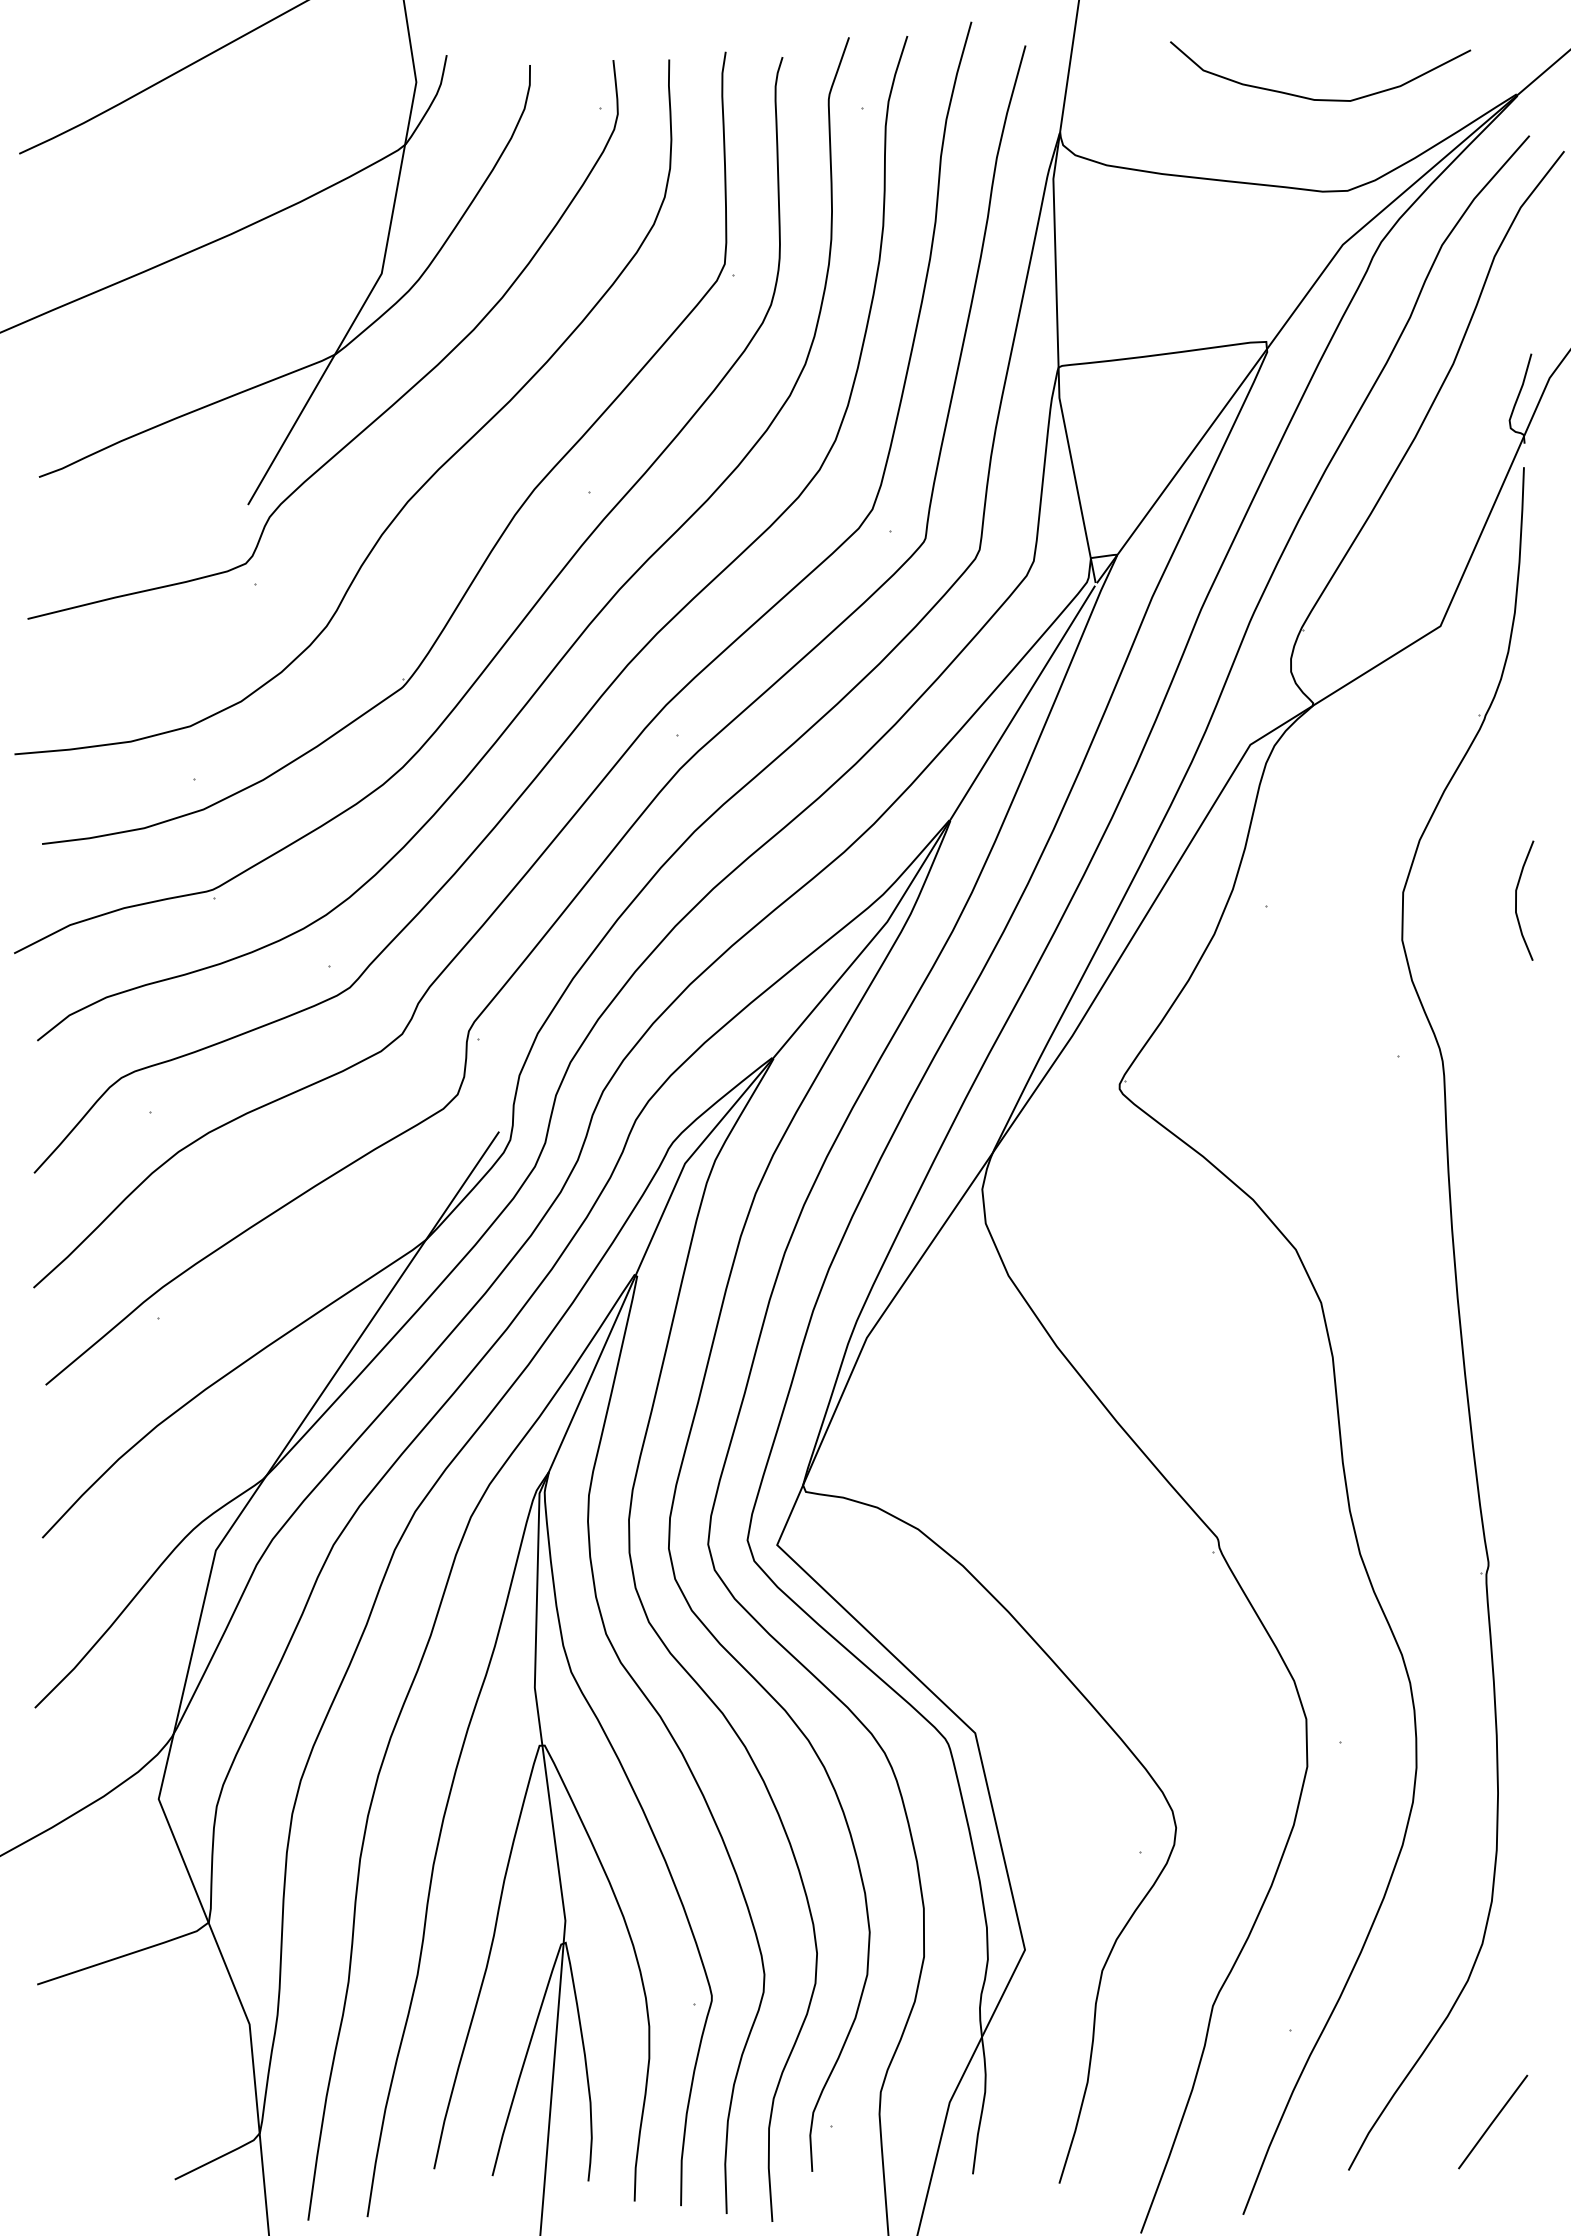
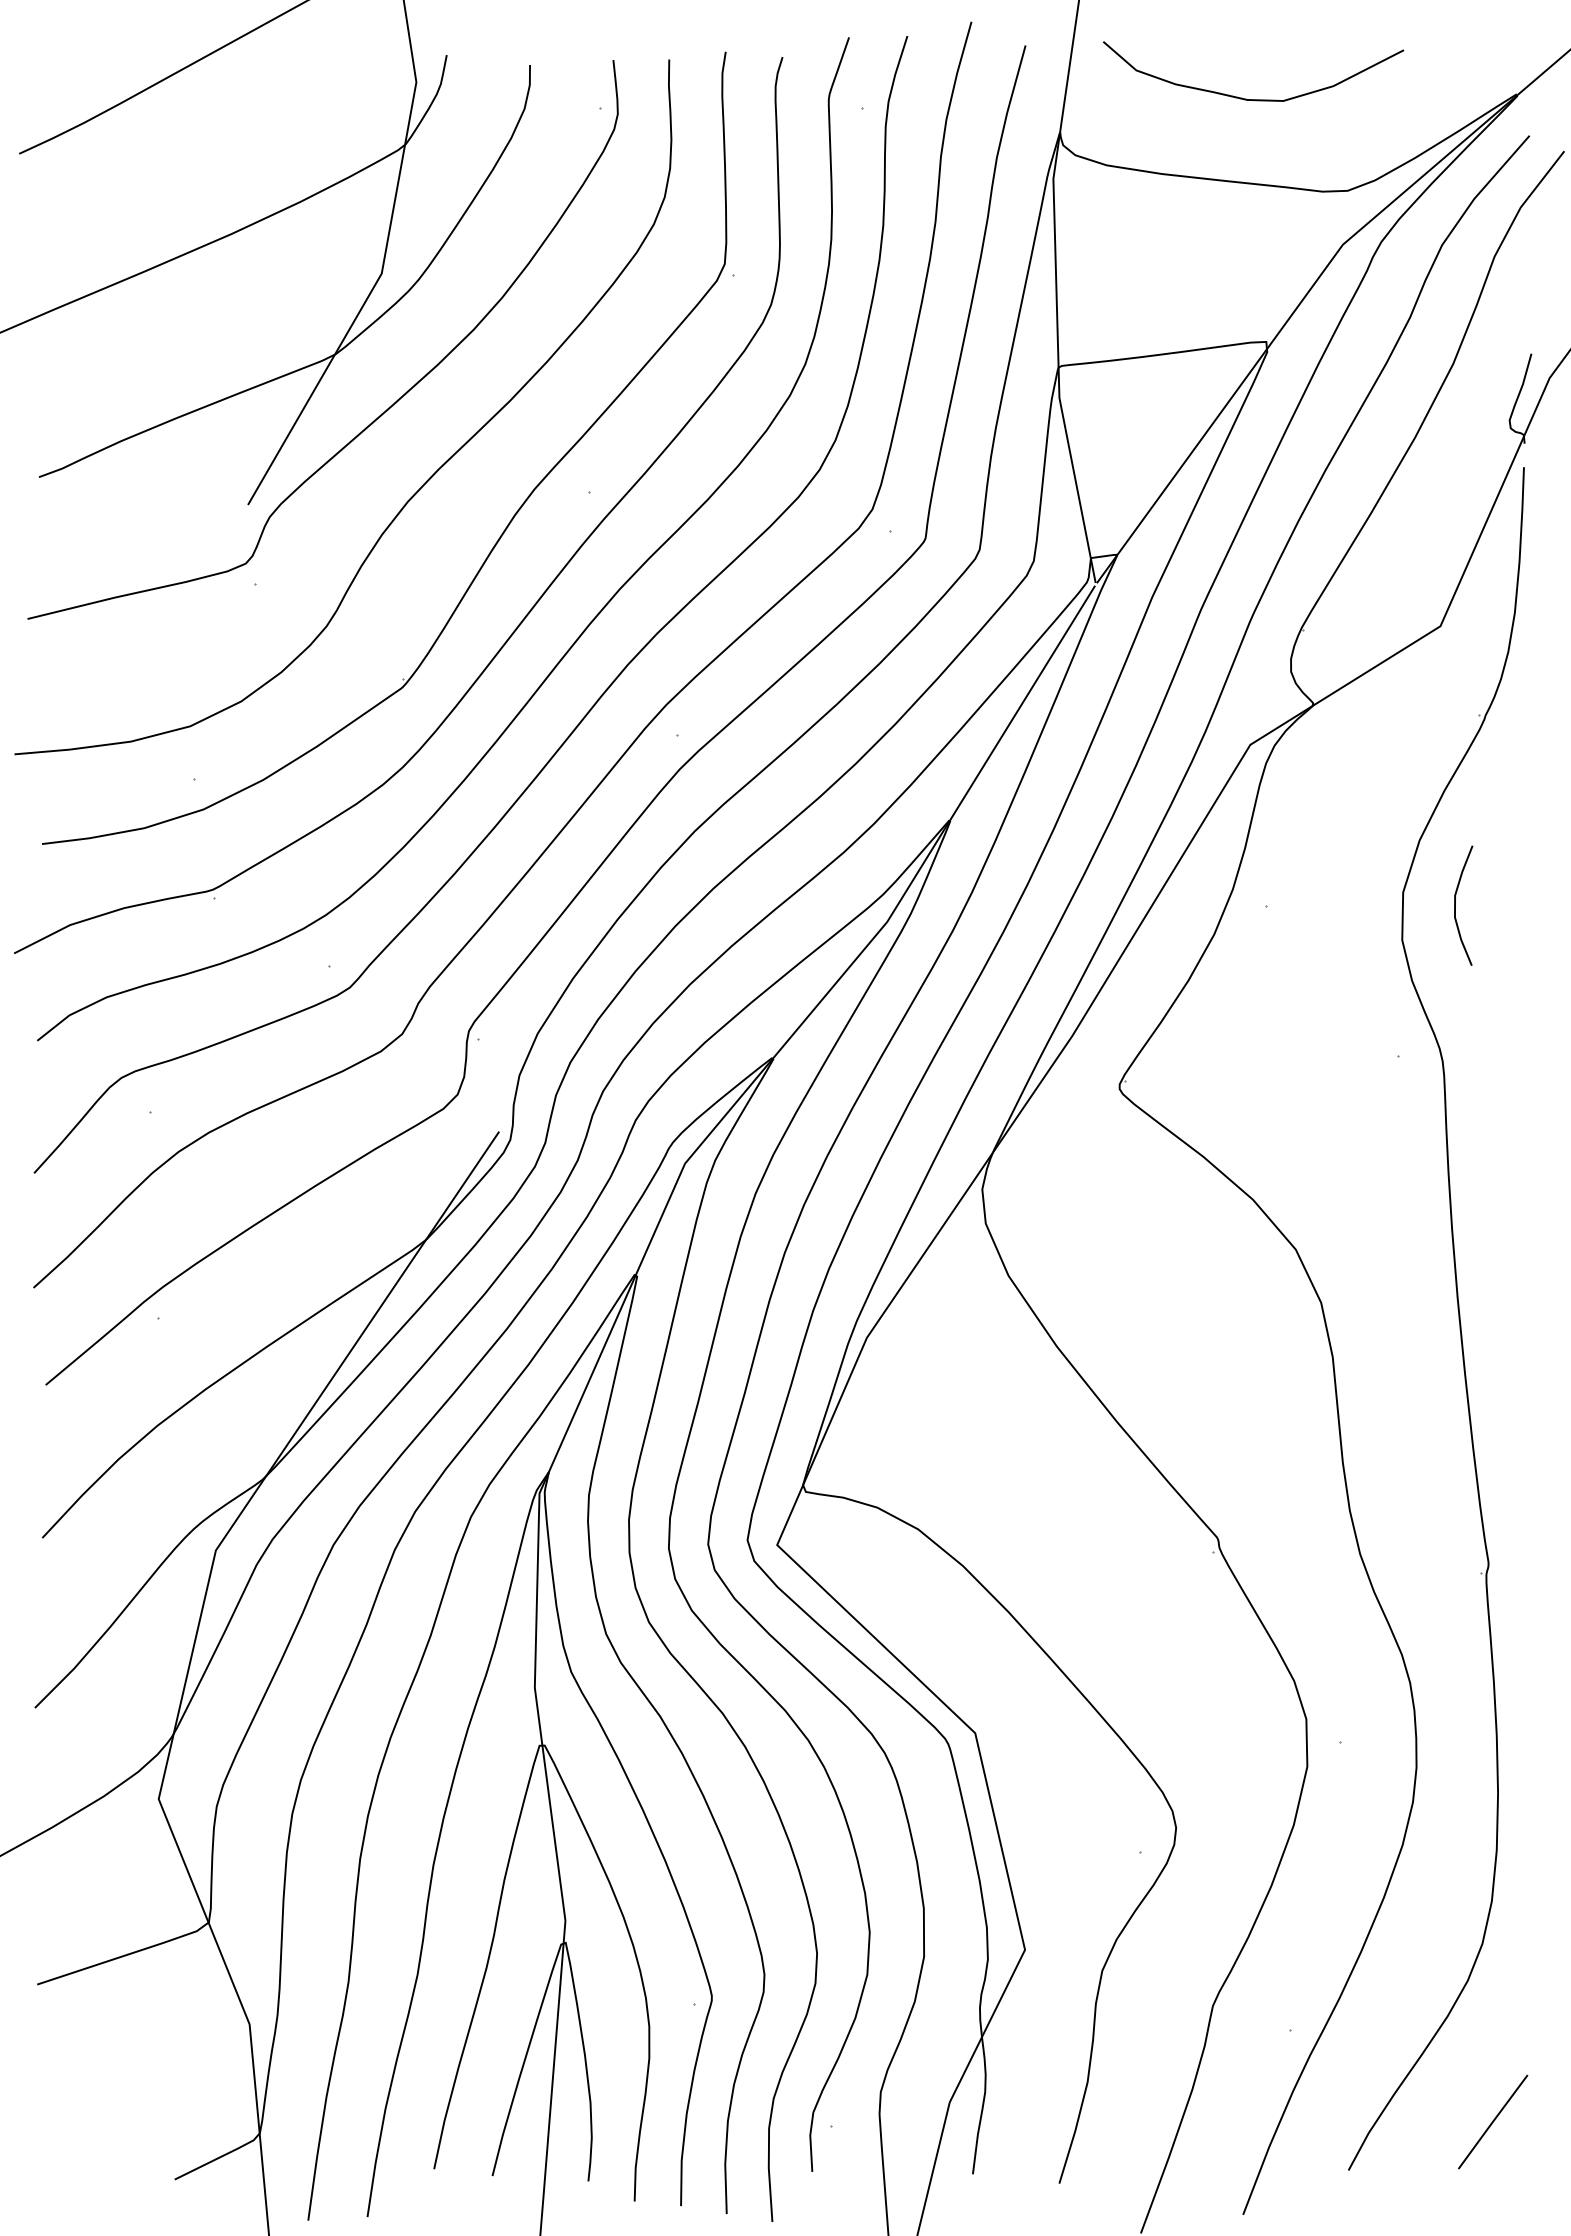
curve at (1313, 98) position: (1313, 98) -> (1246, 98)
curve at (1516, 900) position: (1516, 900) -> (1455, 905)
